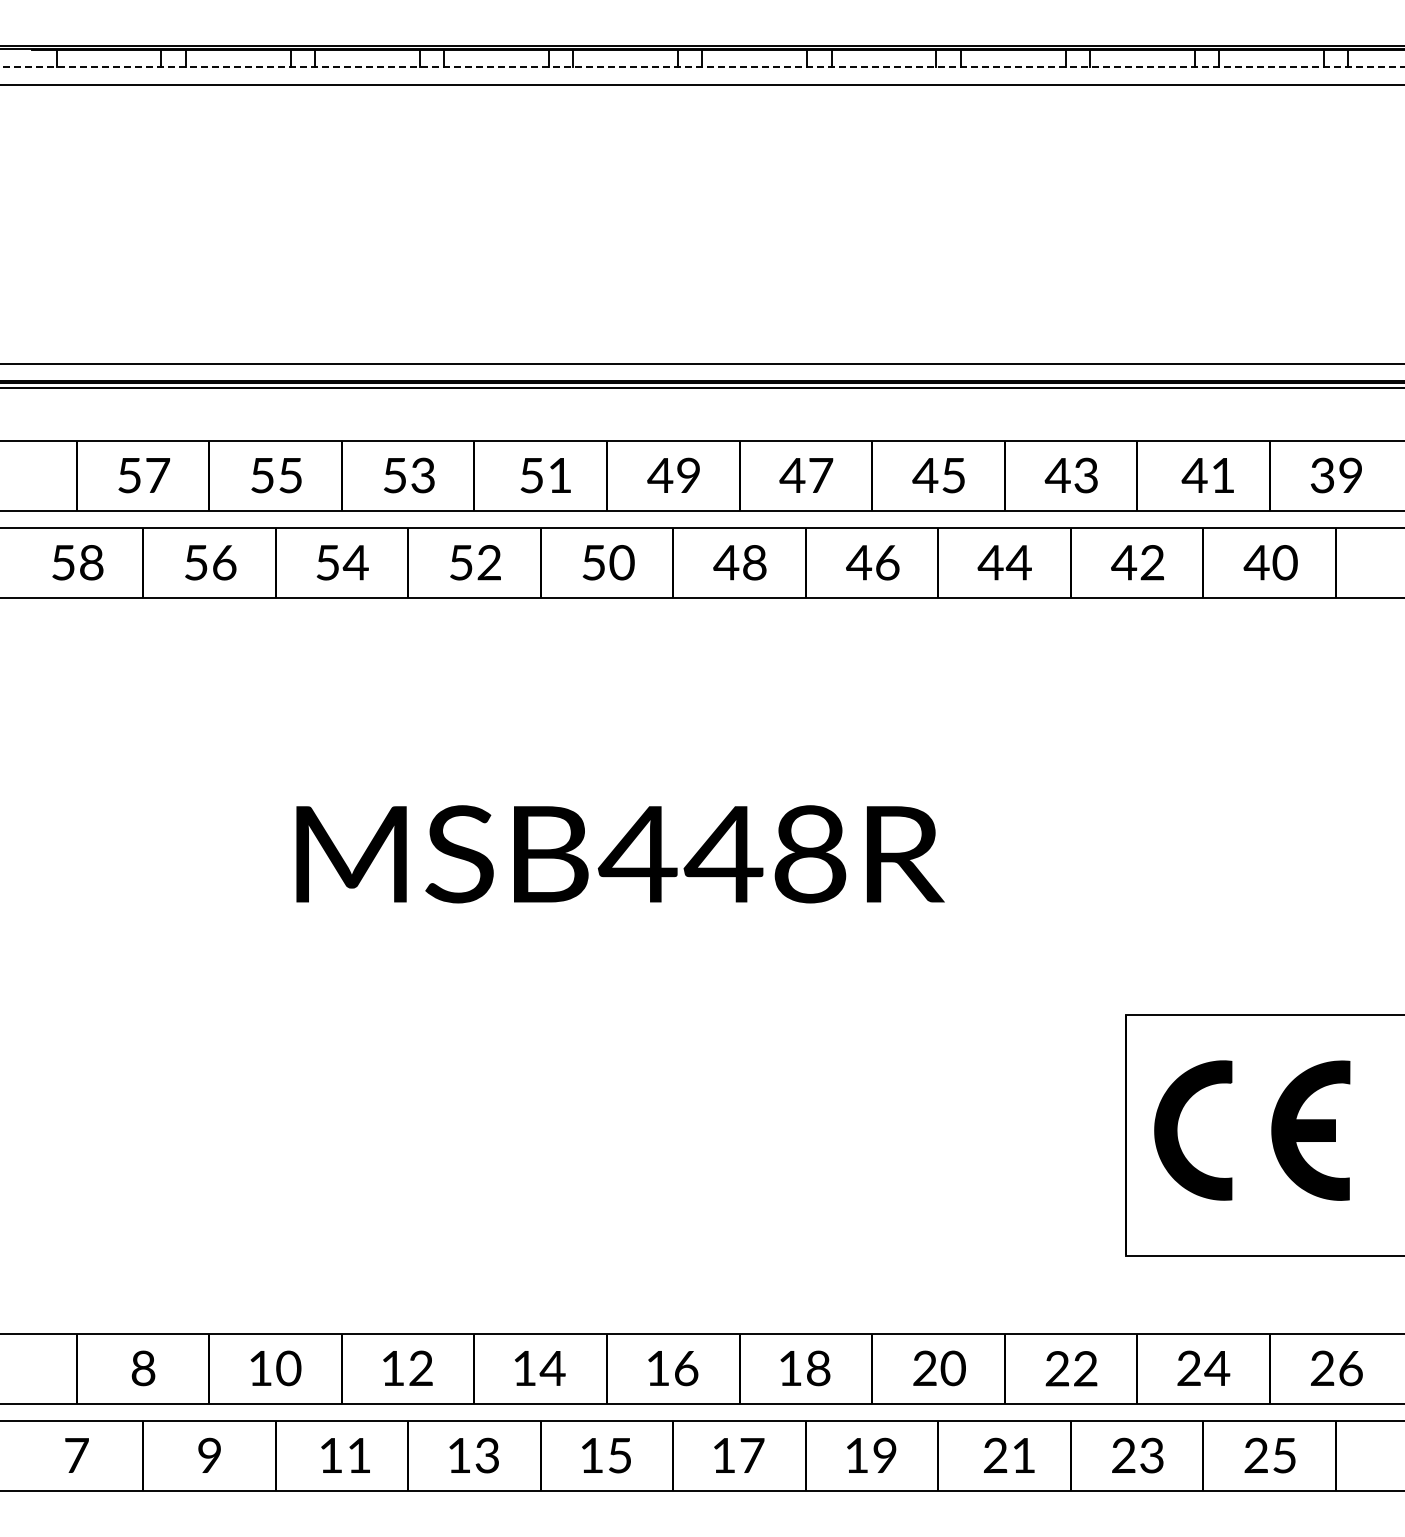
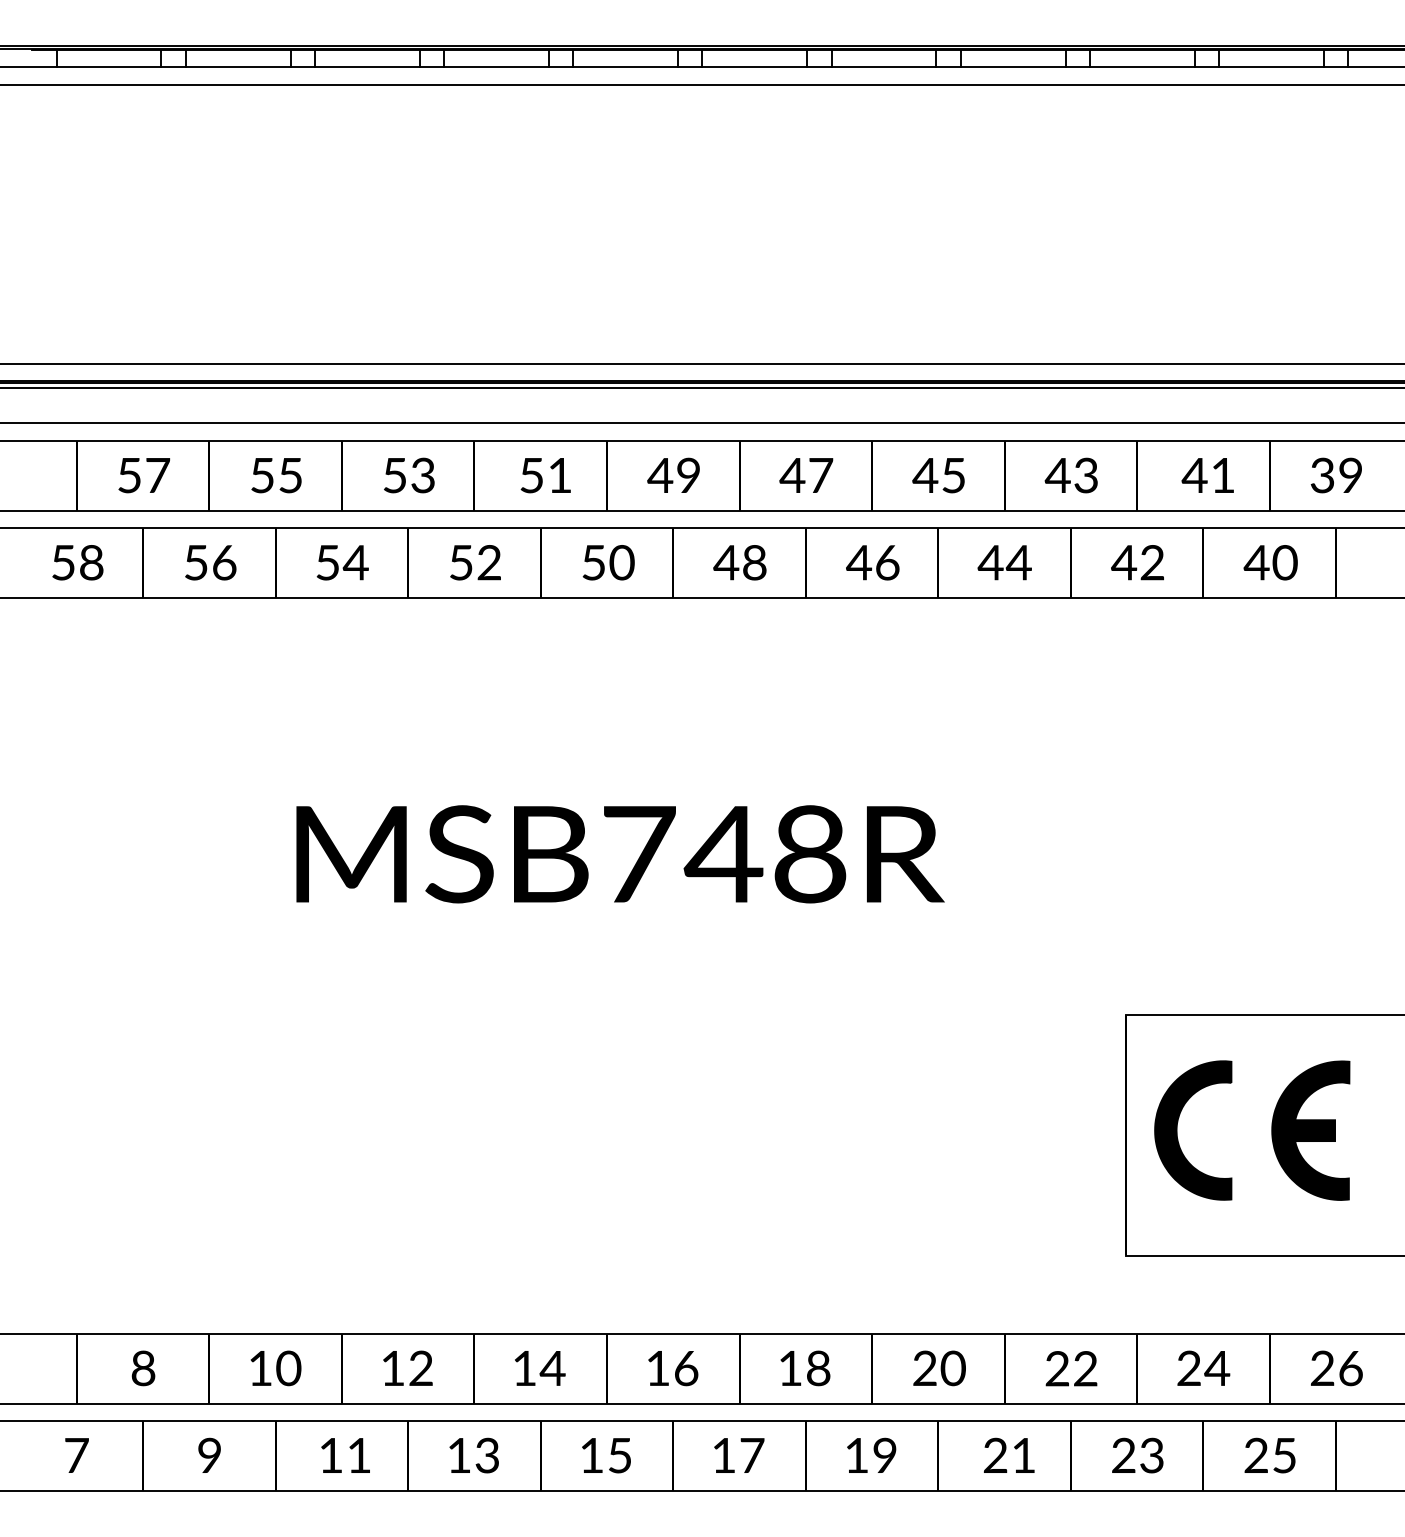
line at (702, 67): dashed -> solid
line at (701, 423): none -> present
text at (637, 854): MSB448R -> MSB748R
